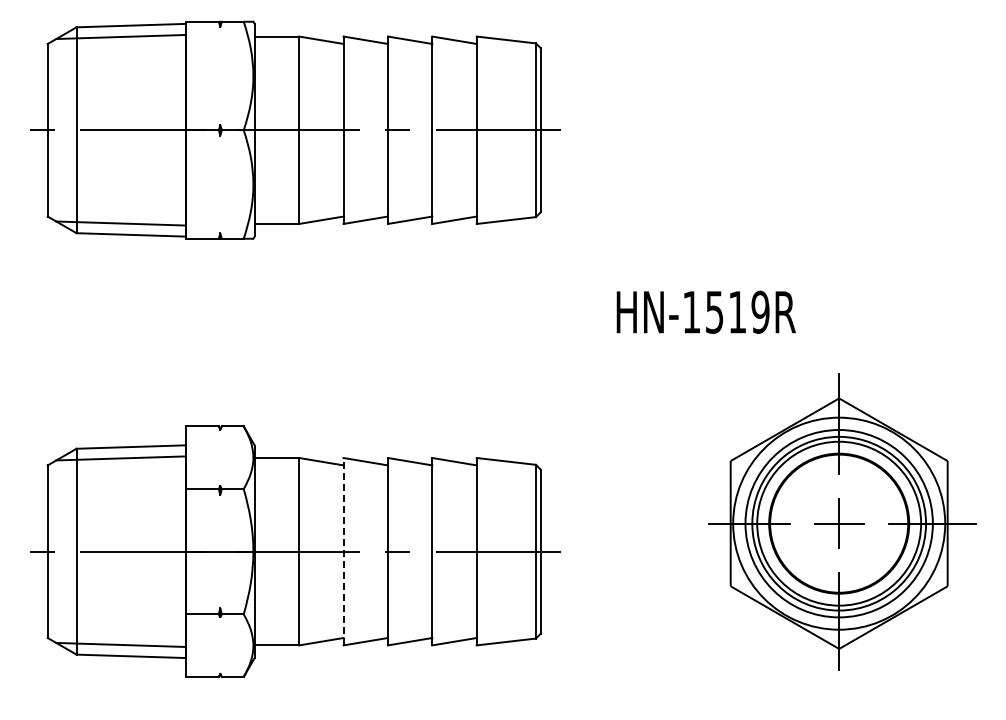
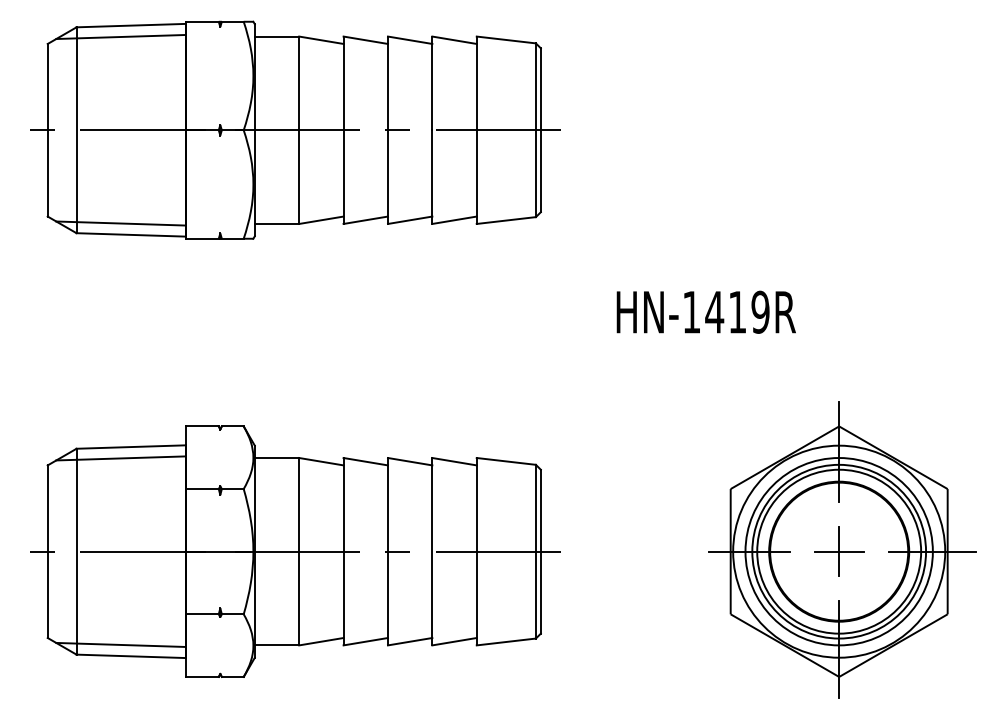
text at (714, 312): HN-1519R -> HN-1419R
part at (842, 521) position: (842, 521) -> (842, 549)
line at (343, 551): dashed -> solid
